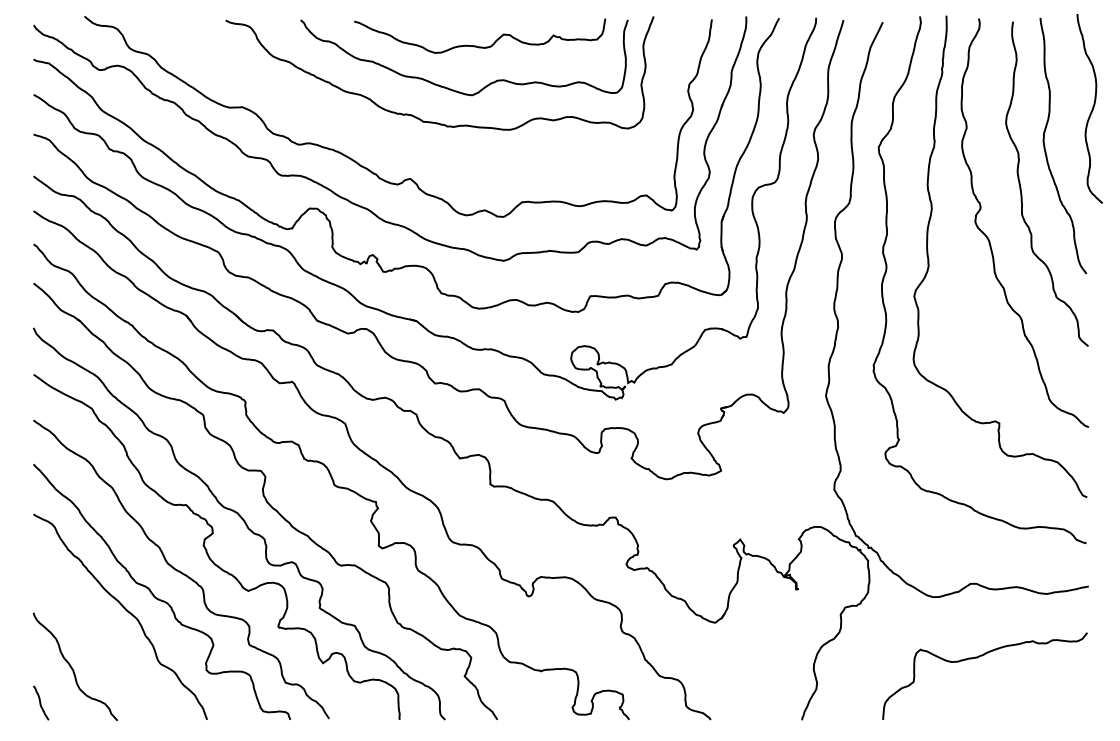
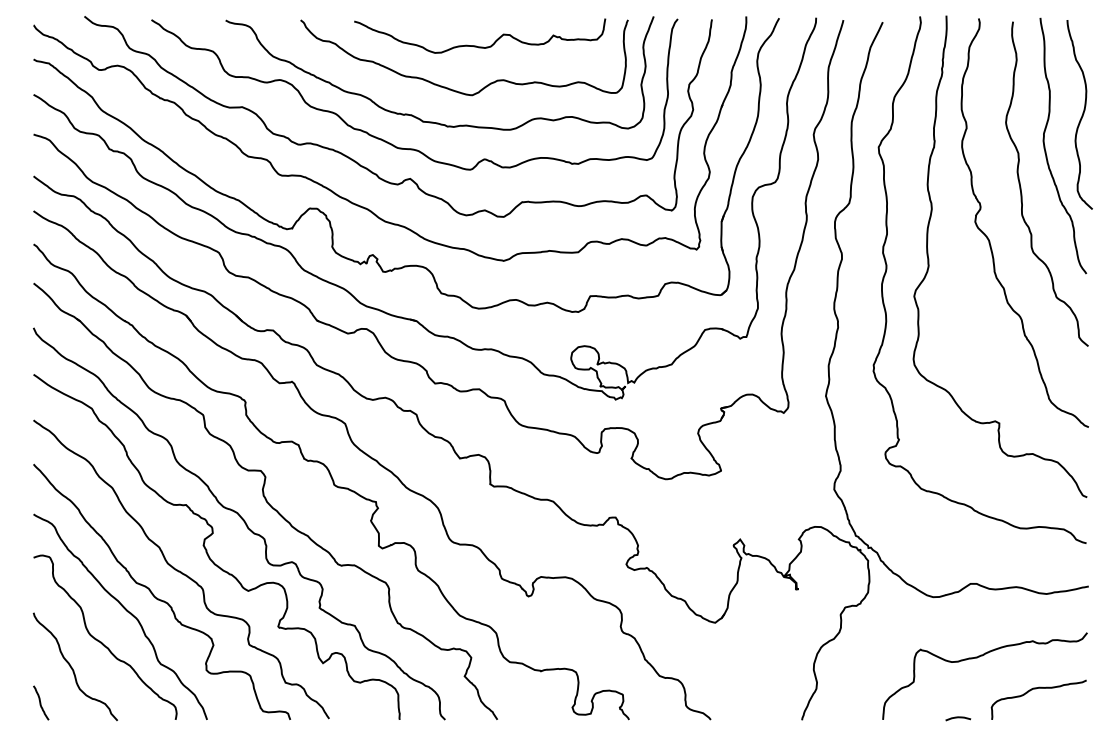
curve at (1091, 109) position: (1091, 109) -> (1081, 115)
curve at (413, 148): none -> present
curve at (101, 641): none -> present
curve at (1036, 689): none -> present
curve at (958, 718): none -> present
